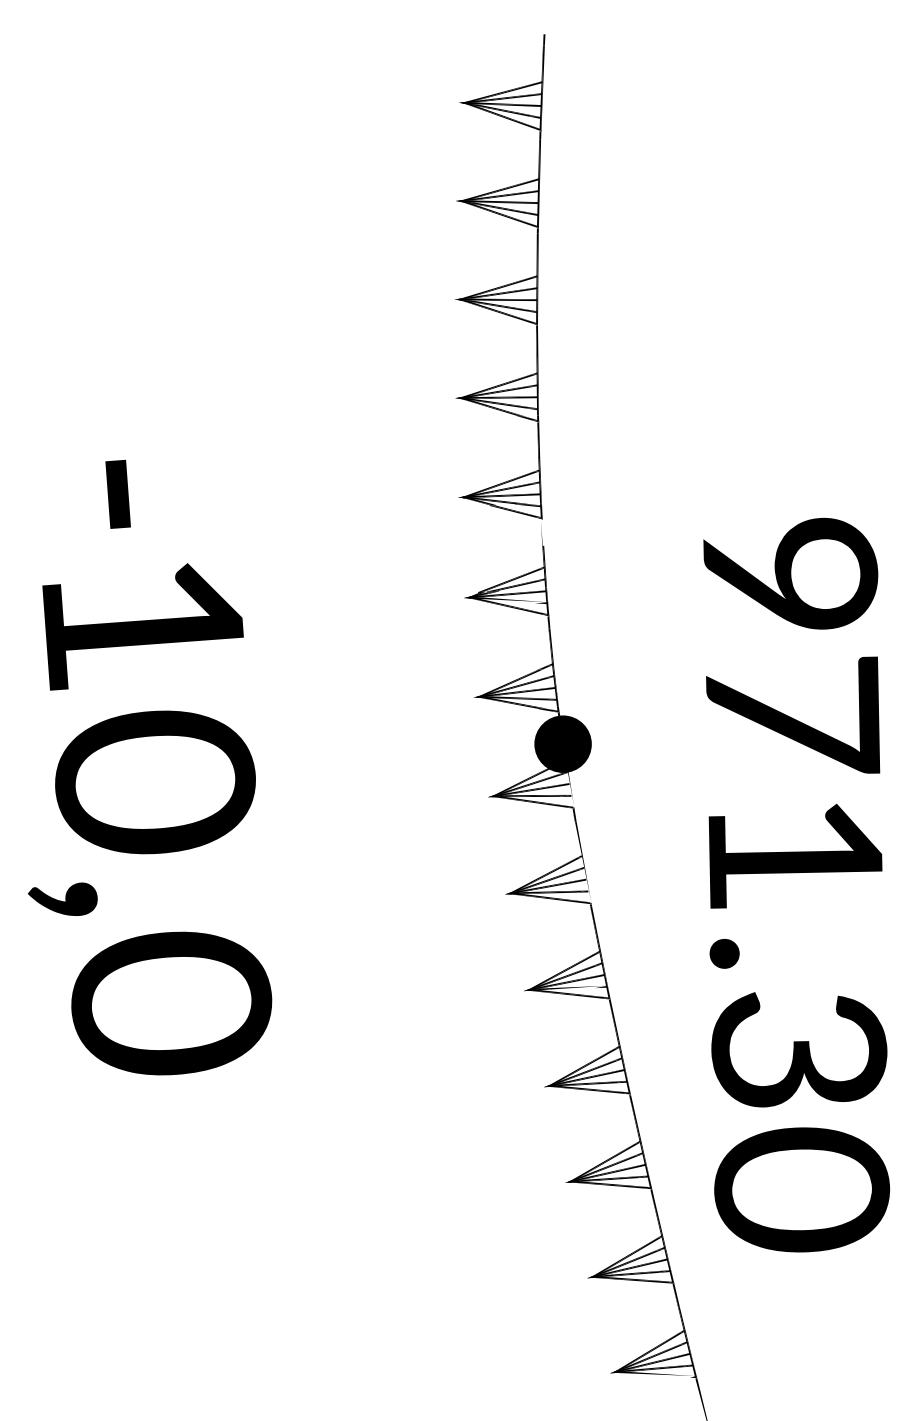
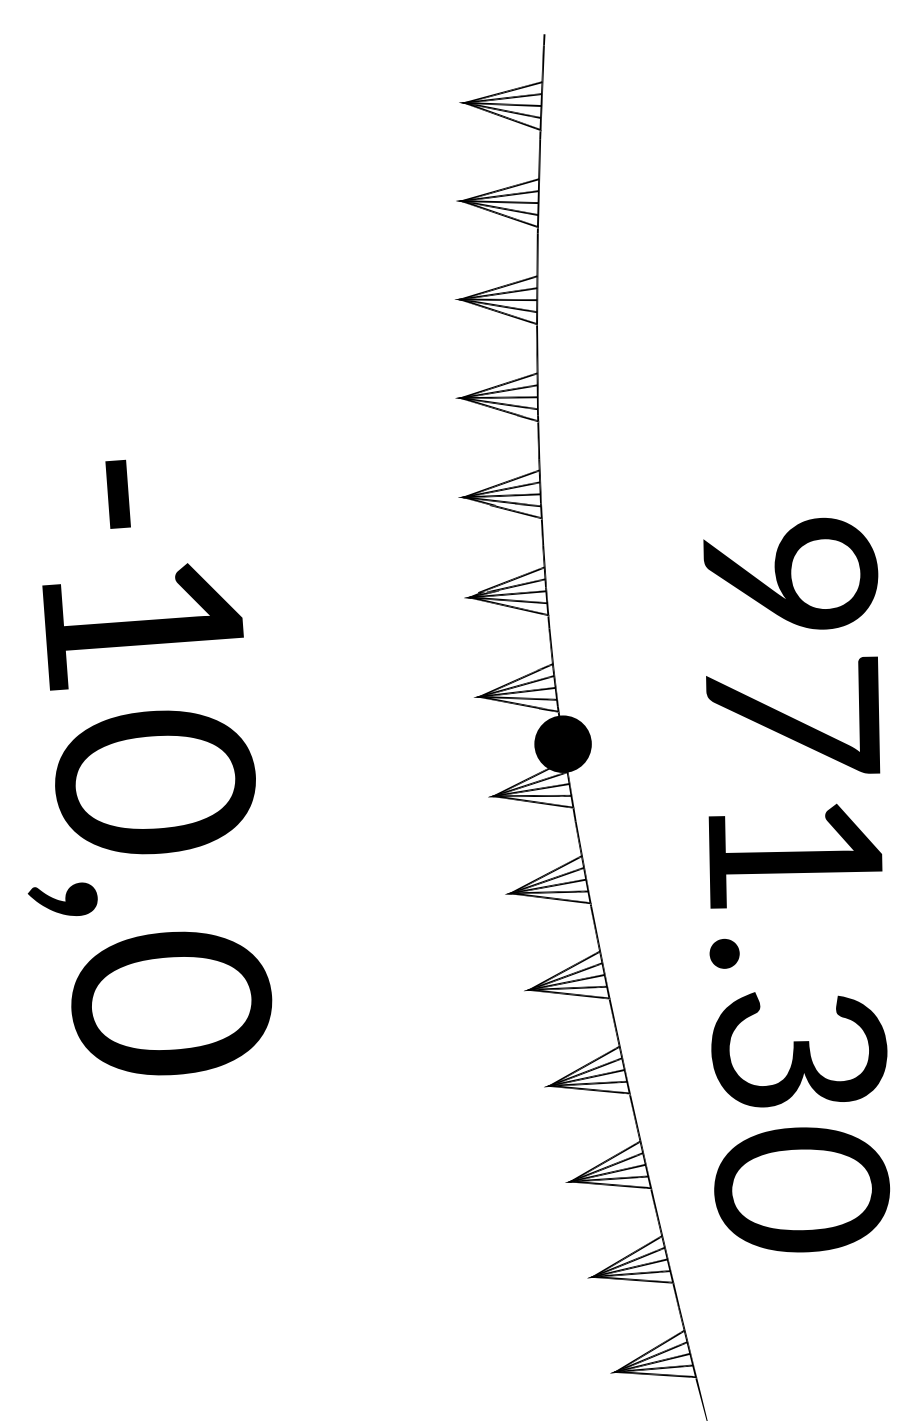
fill at (542, 532): none -> present
fill at (508, 600): none -> present
fill at (568, 775): none -> present
fill at (582, 862): none -> present
fill at (568, 987): none -> present
fill at (655, 1374): none -> present
